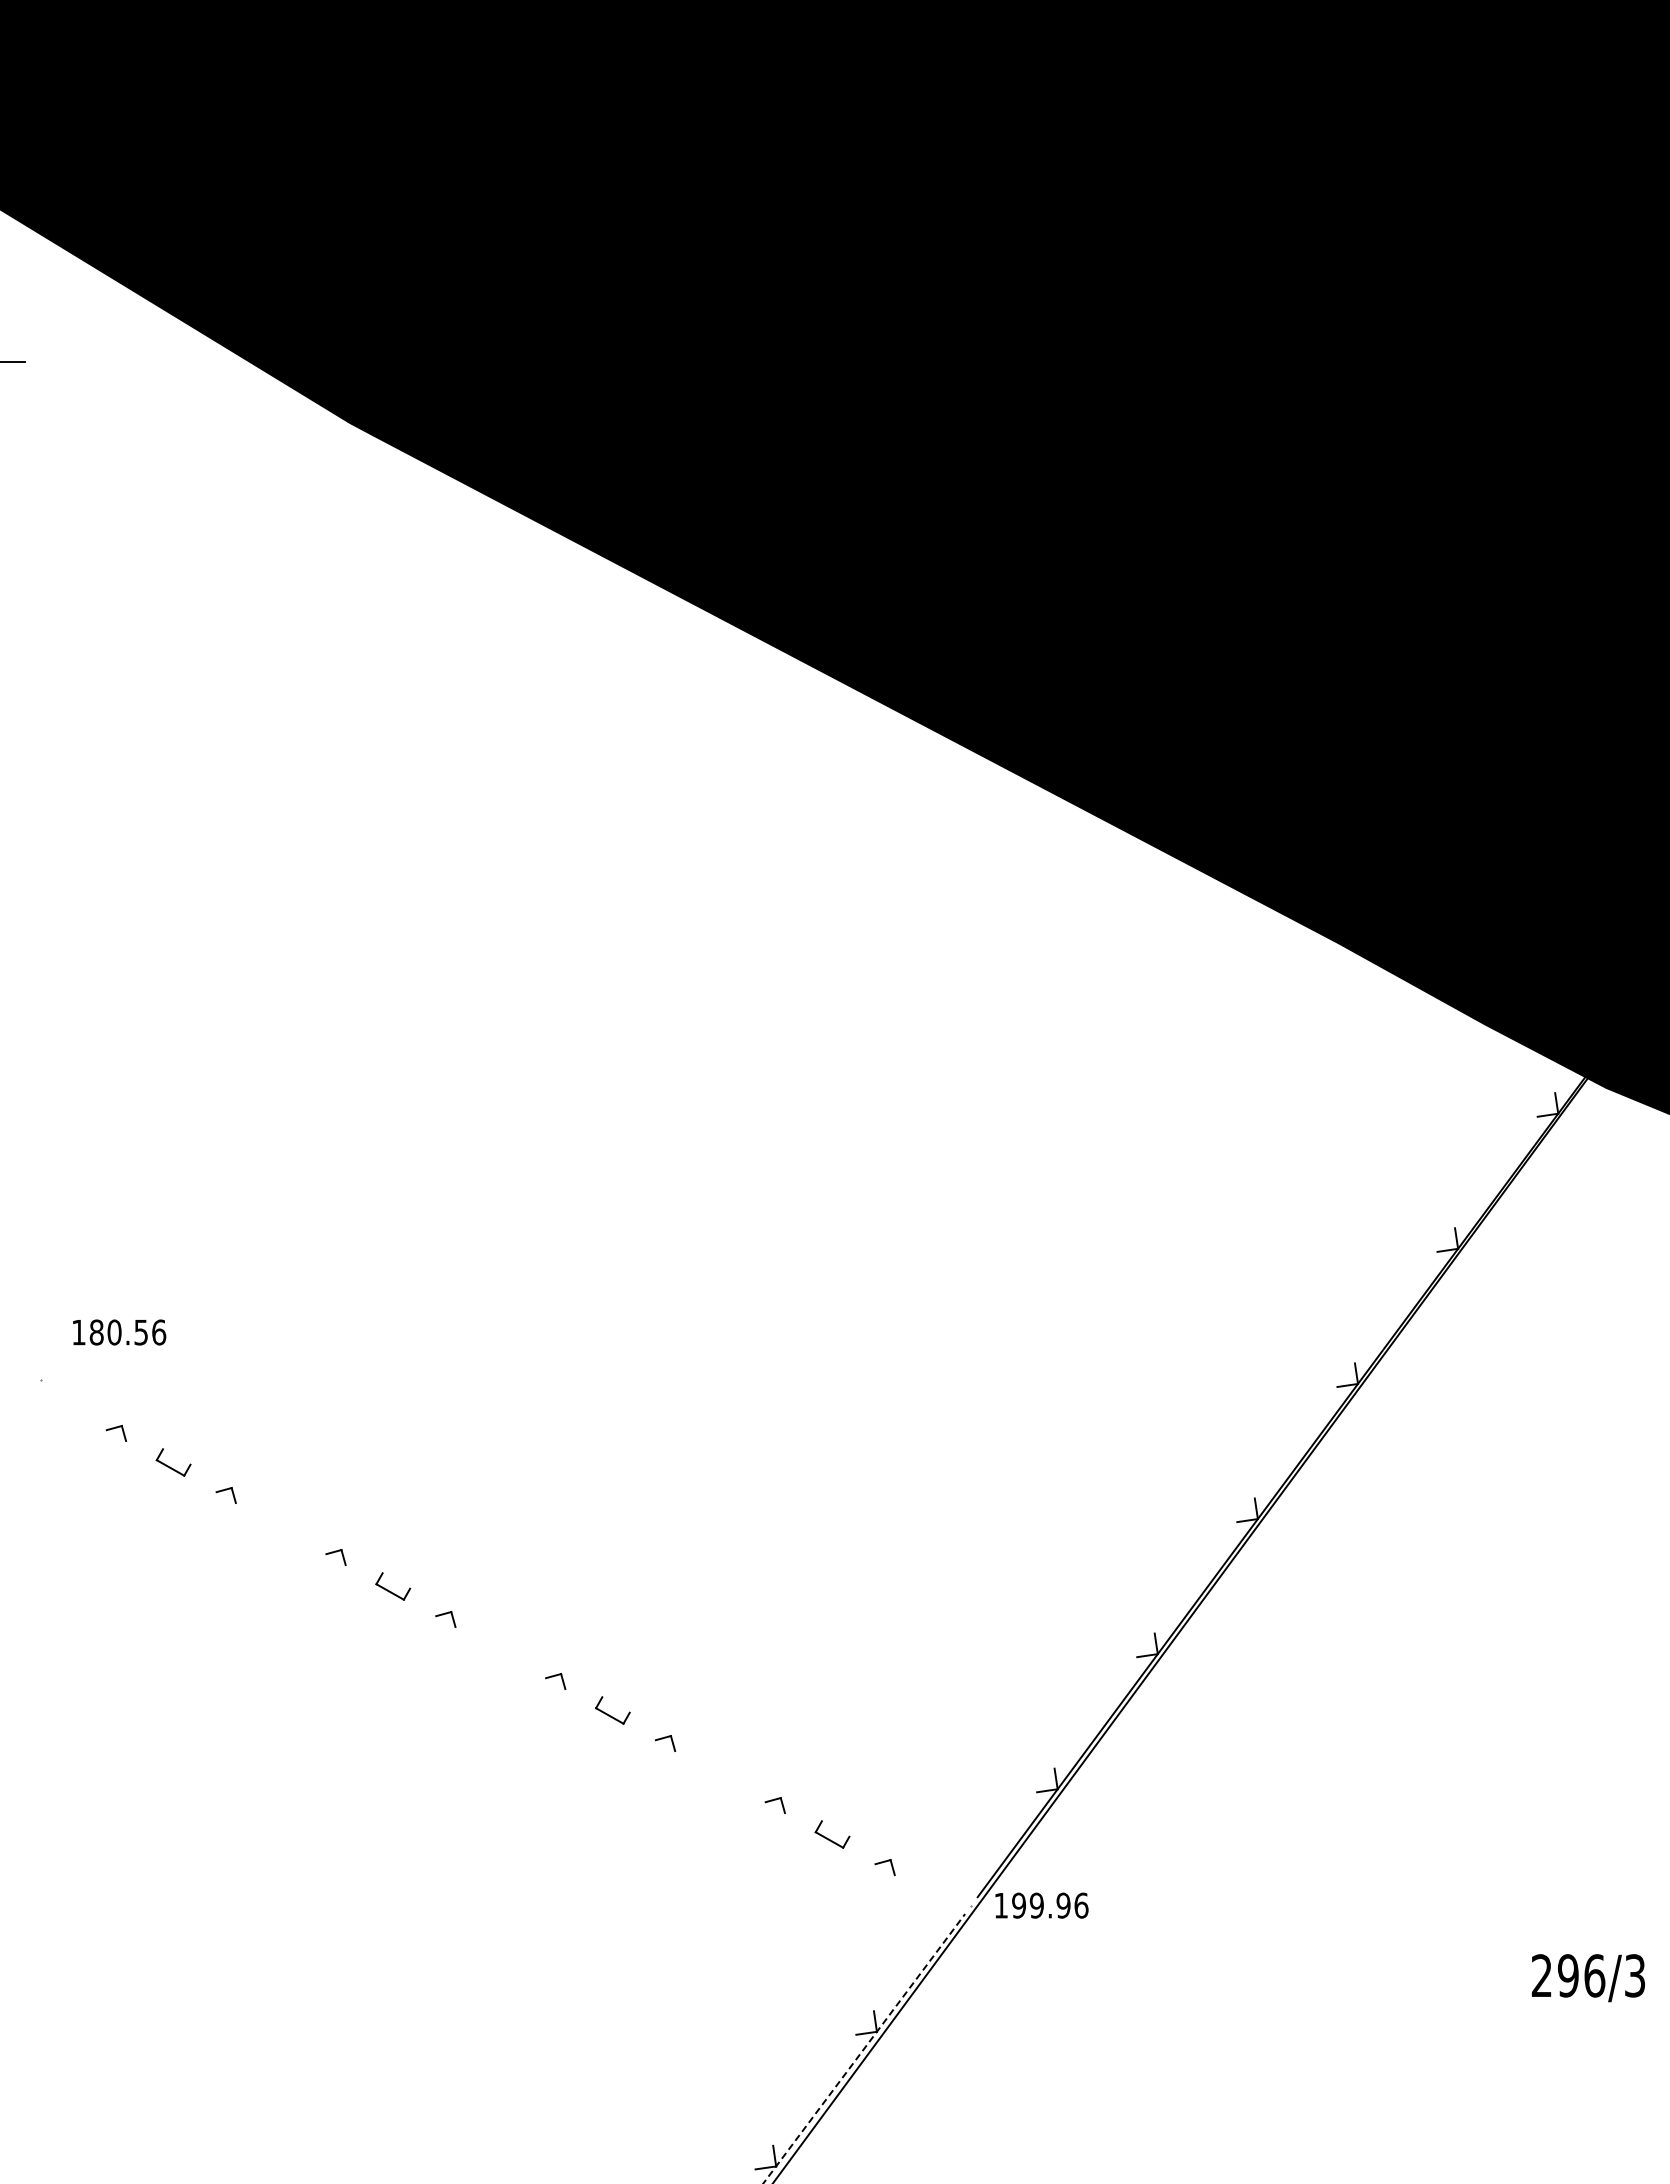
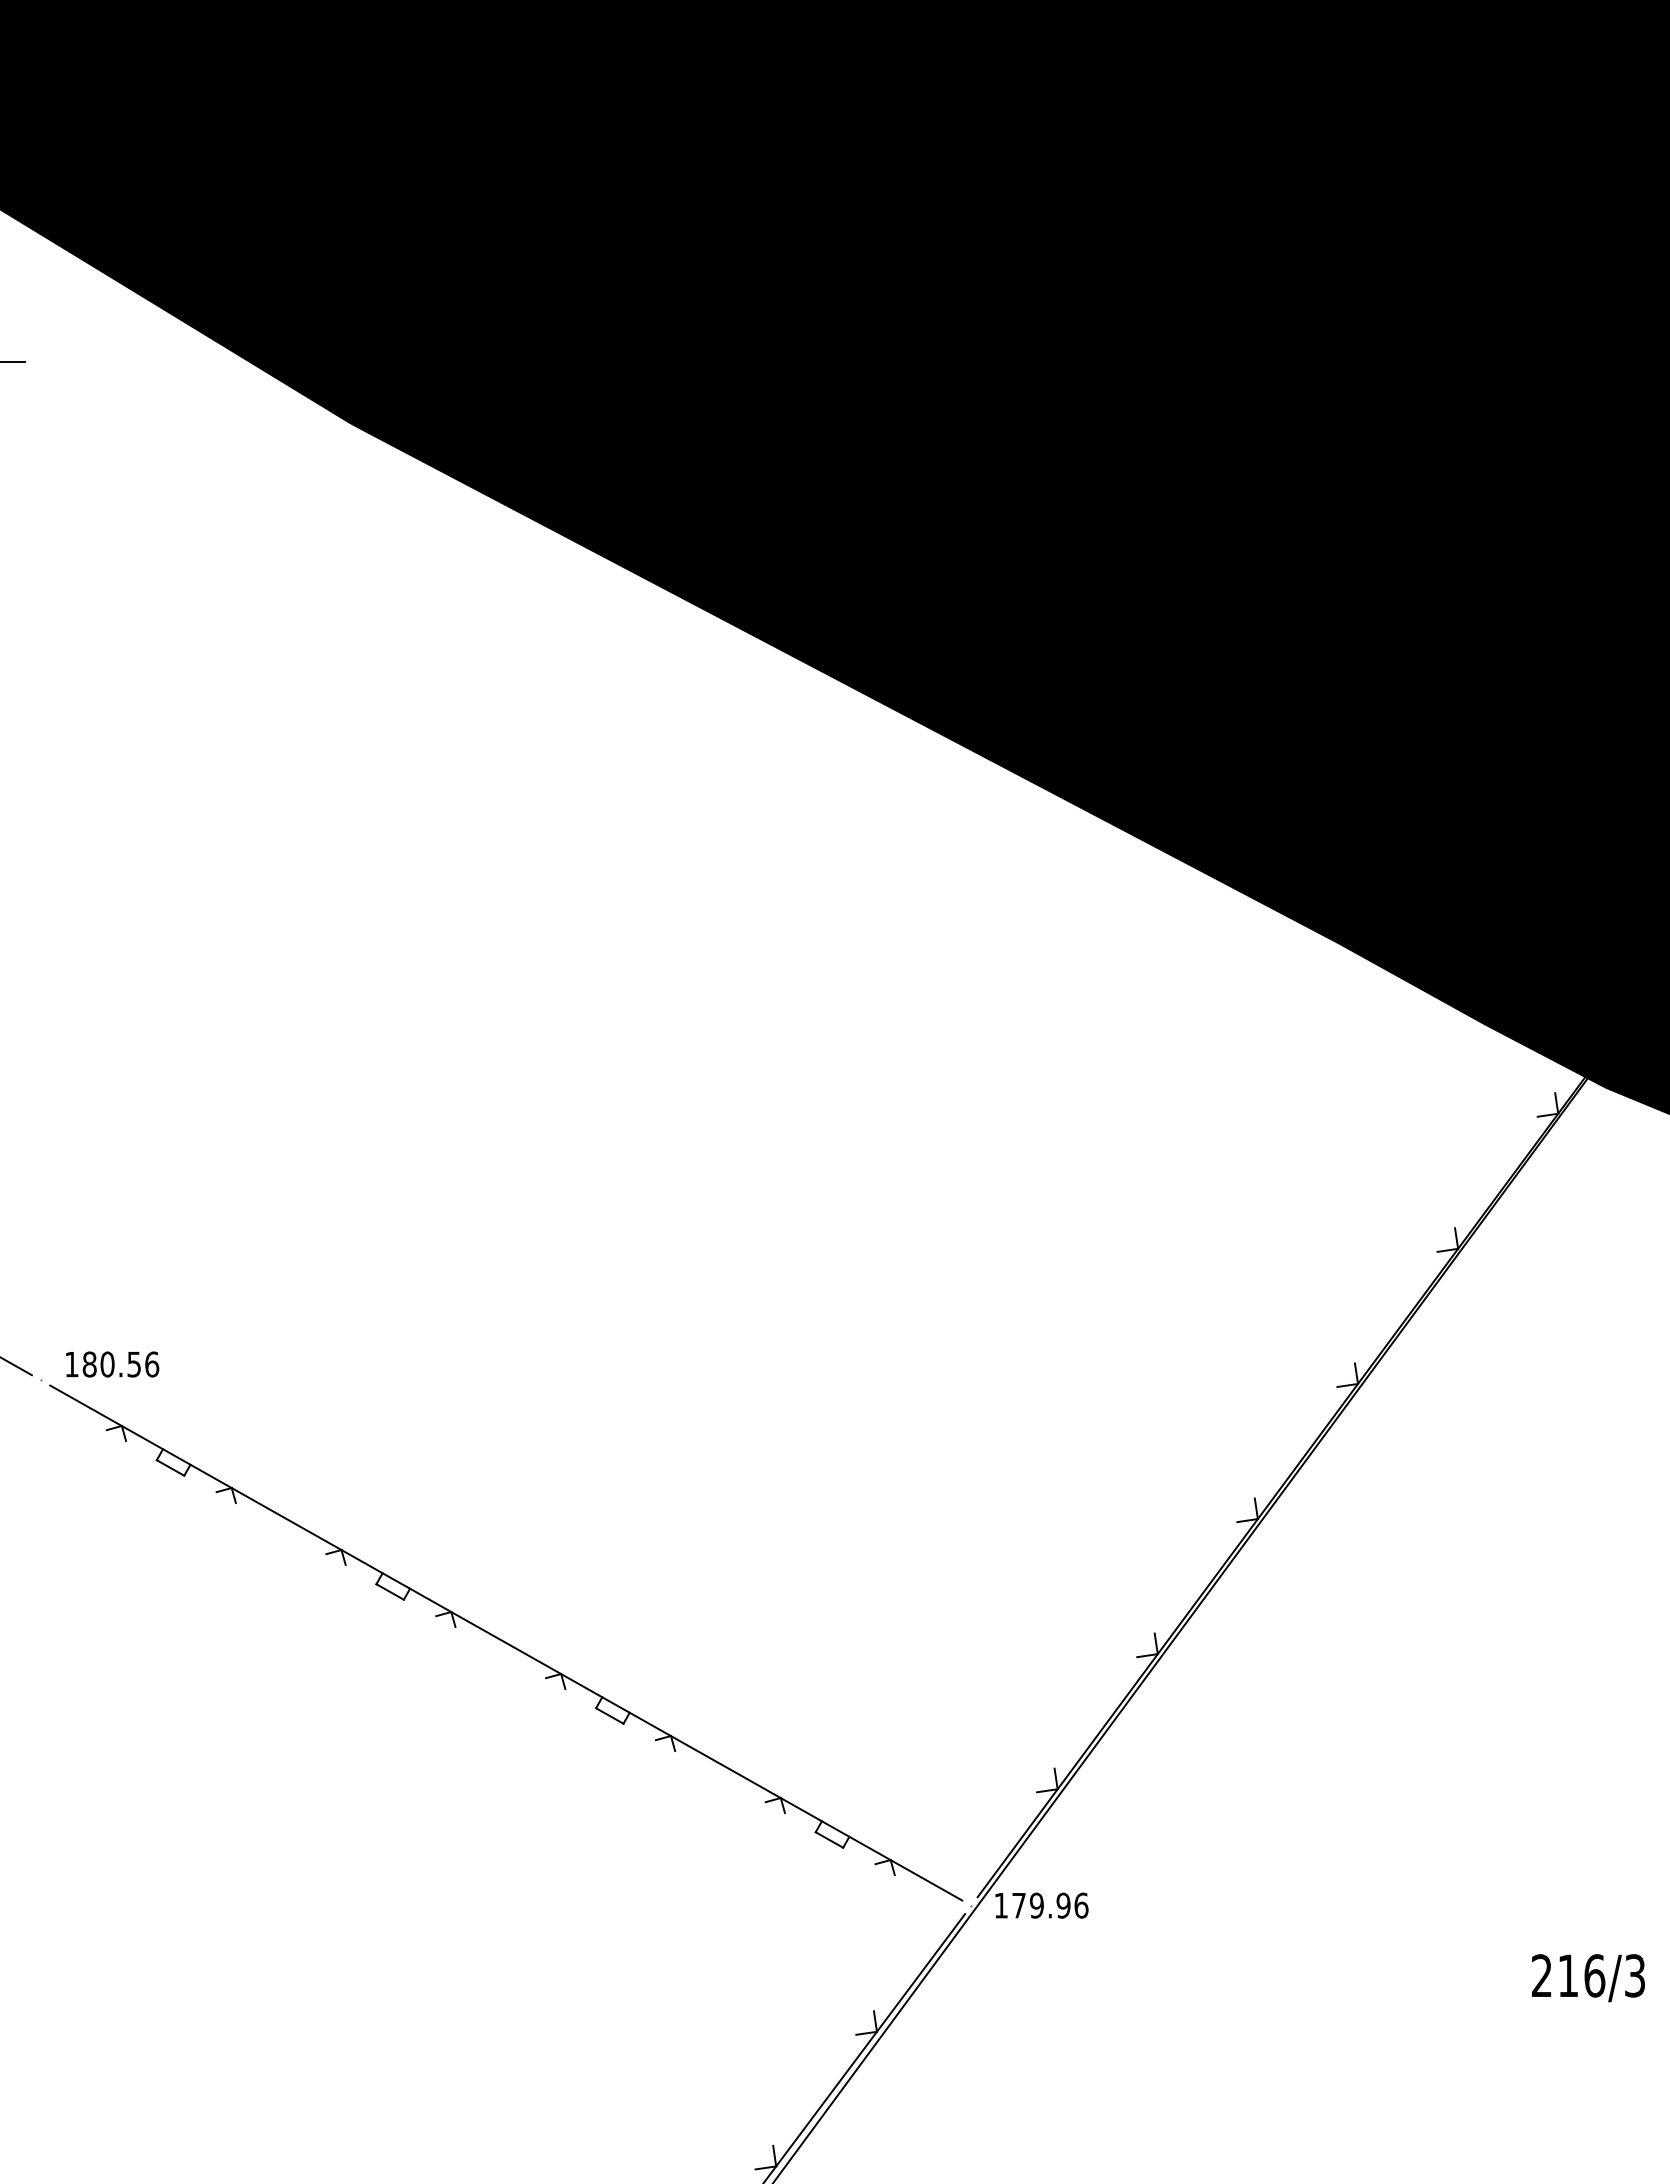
text at (119, 1332) position: (119, 1332) -> (112, 1364)
line at (16, 1366): none -> present
line at (506, 1642): none -> present
text at (1018, 1905): 199.96 -> 179.96
text at (1567, 1975): 296/3 -> 216/3
line at (864, 2048): dashed -> solid
